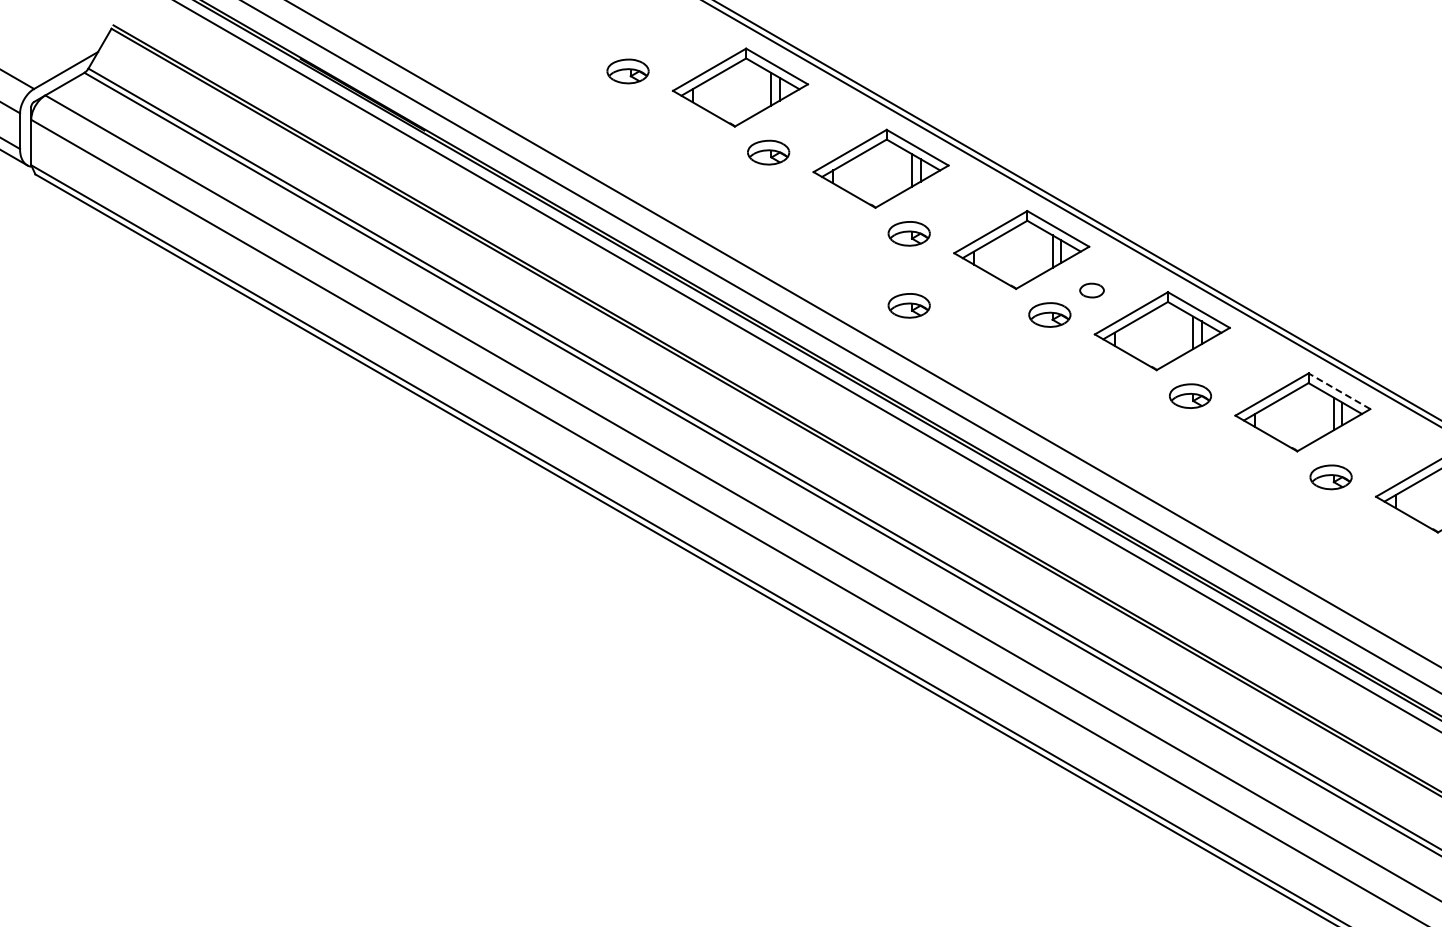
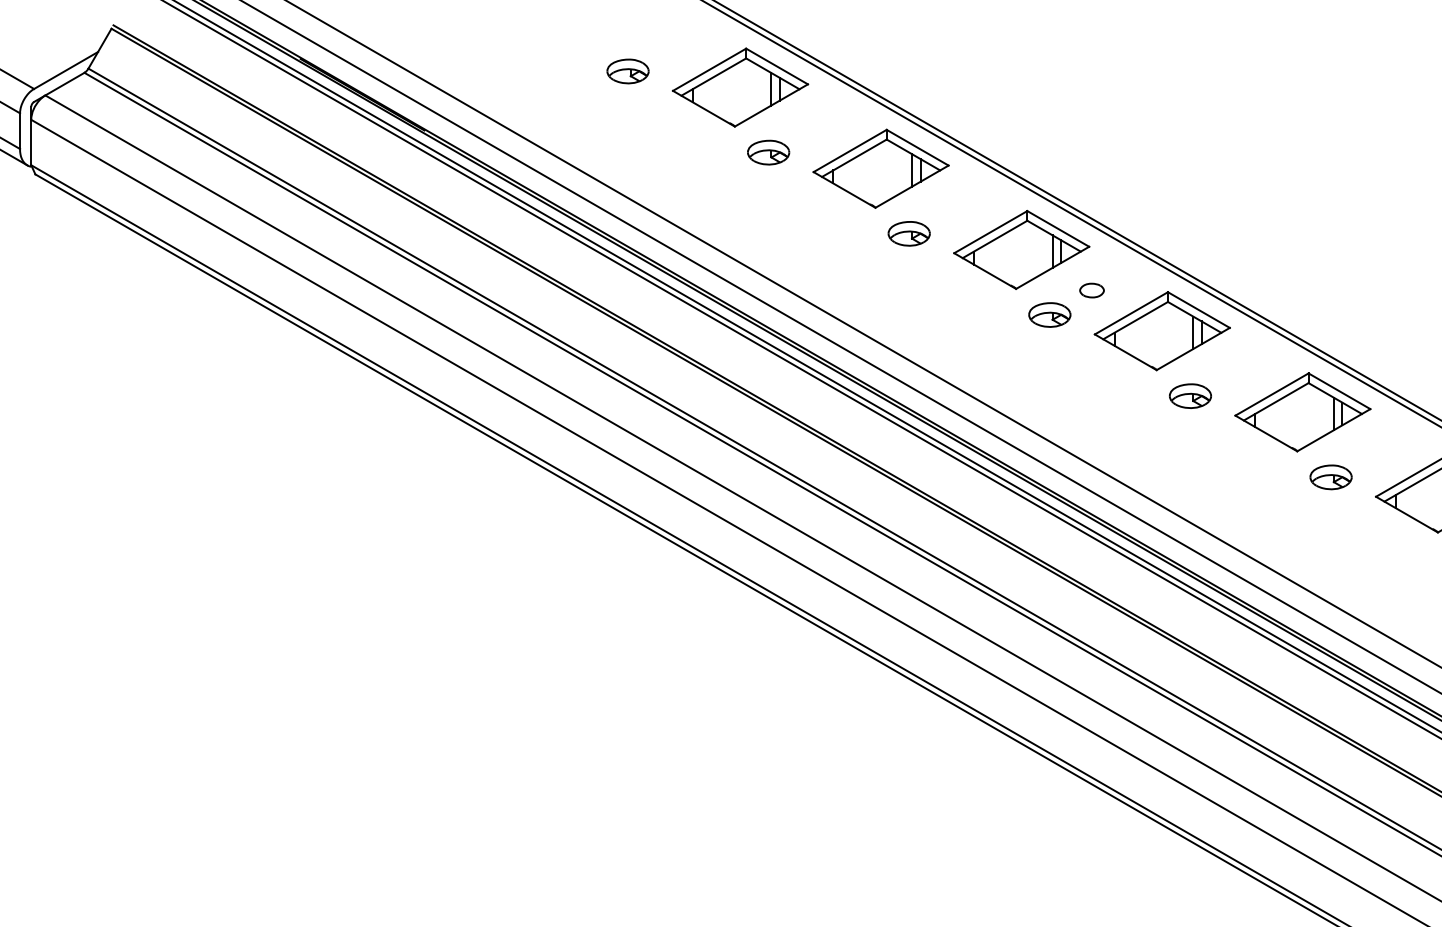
part at (908, 305): present -> none
line at (801, 369): none -> present
line at (1339, 391): dashed -> solid
